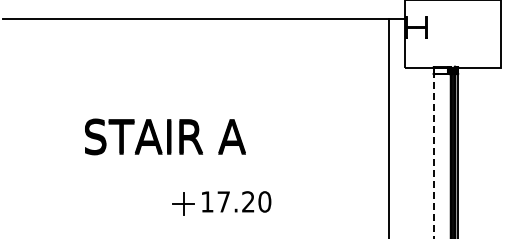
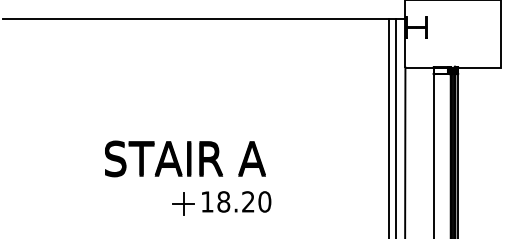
line at (395, 126): none -> present
text at (165, 136) position: (165, 136) -> (185, 158)
line at (405, 151): none -> present
line at (433, 155): dashed -> solid
text at (223, 201): 17.20 -> 18.20
